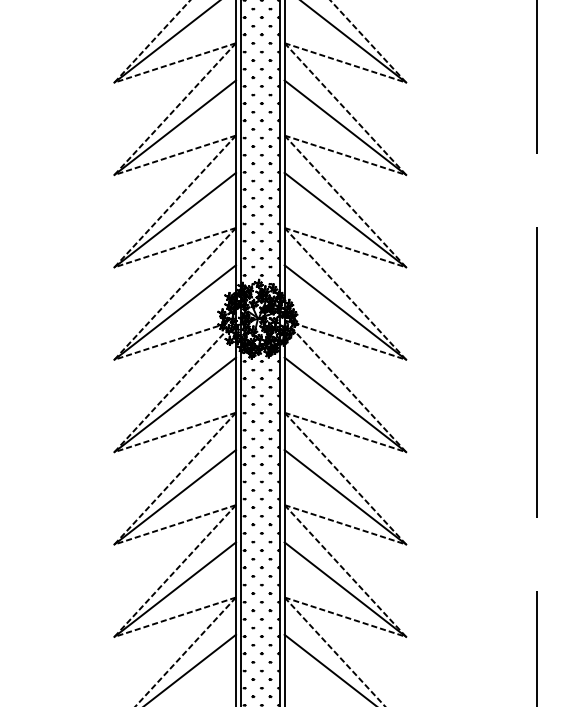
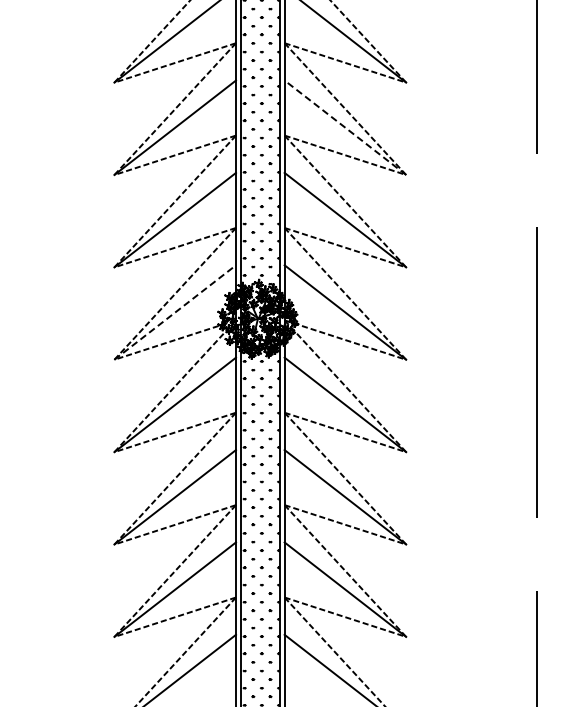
line at (345, 127): solid -> dashed
line at (175, 312): solid -> dashed
